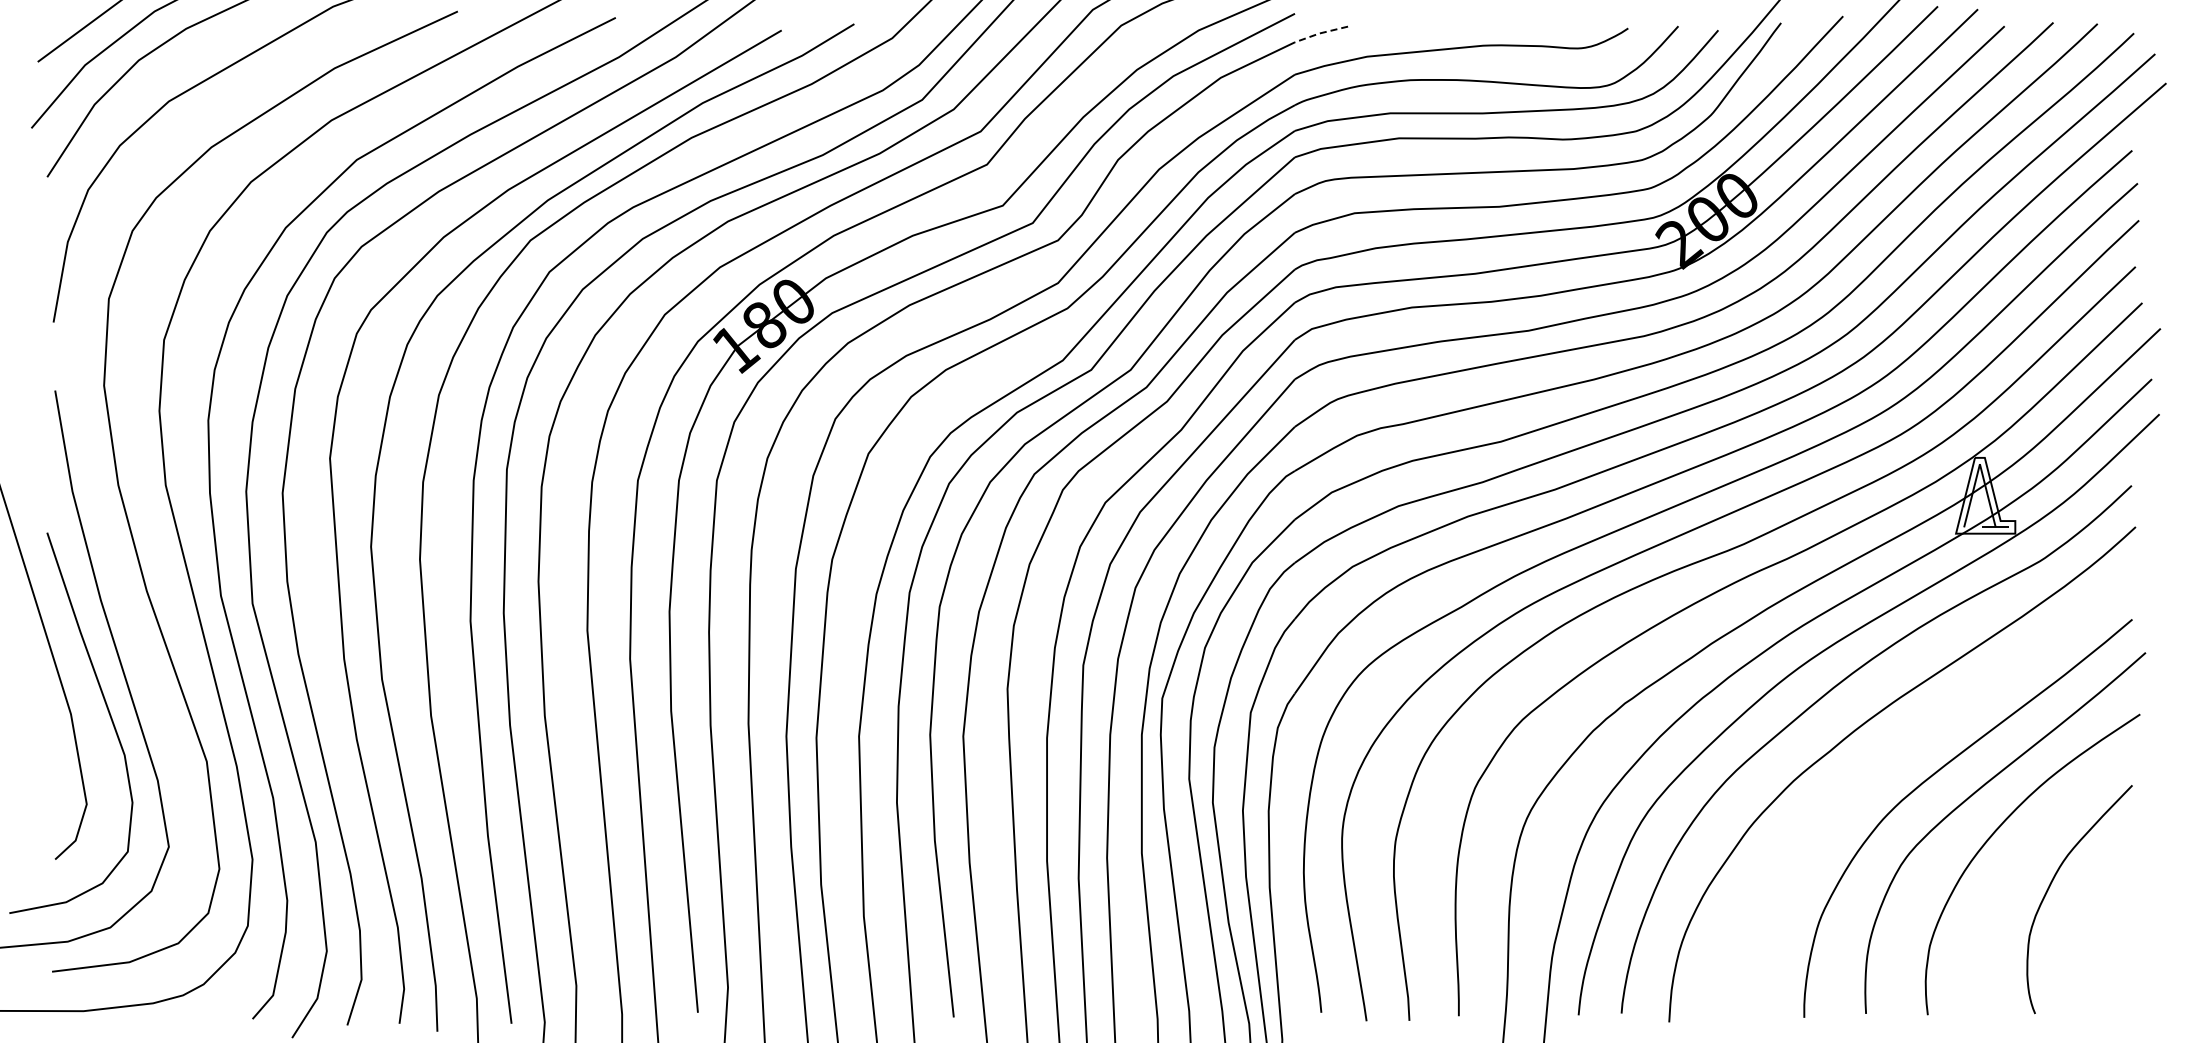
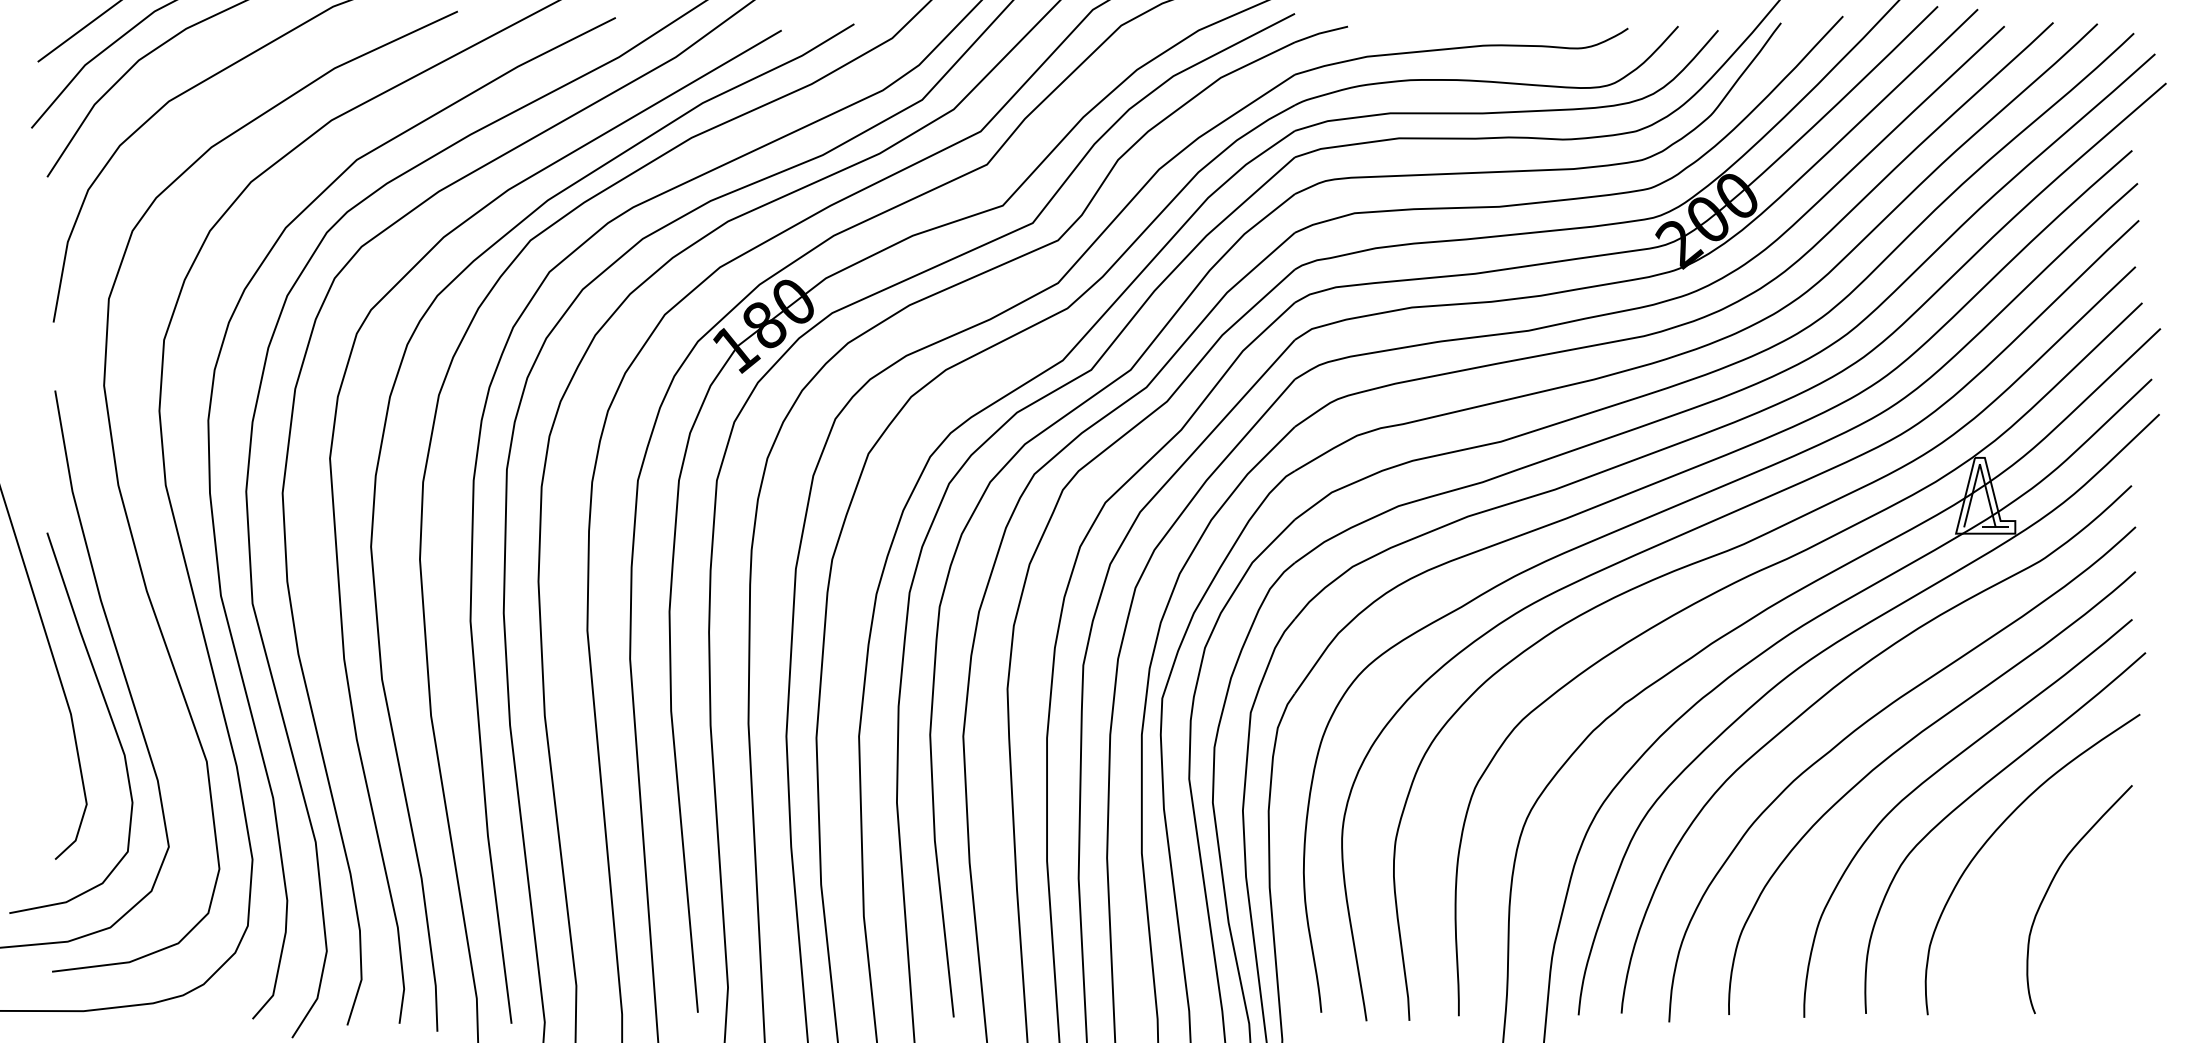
line at (1320, 33): dashed -> solid
curve at (1899, 750): none -> present
